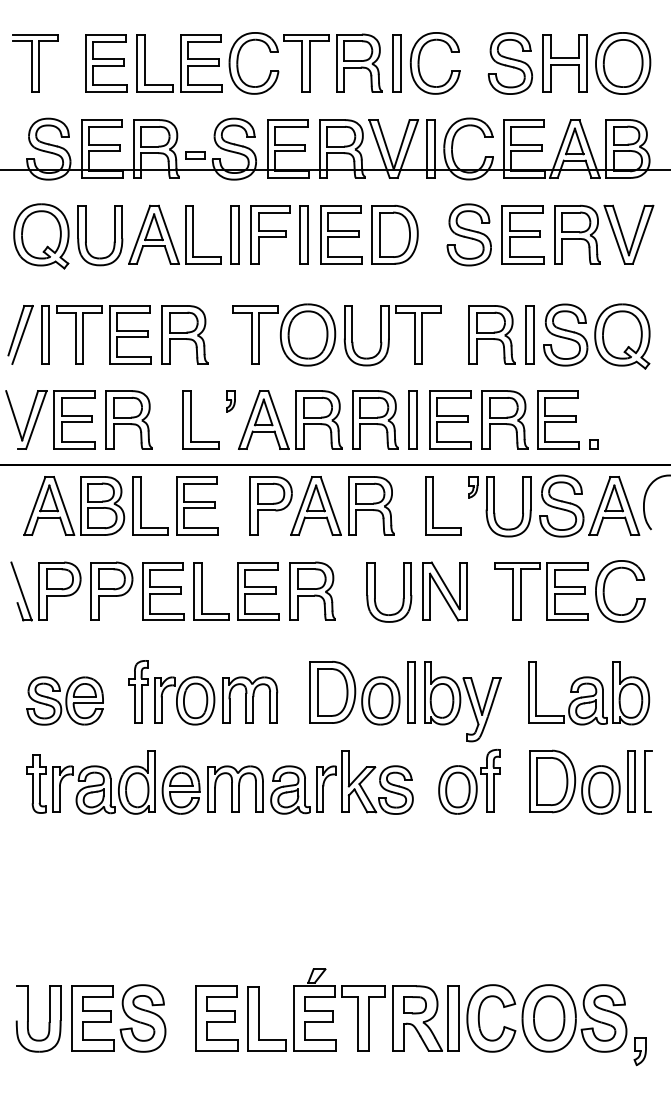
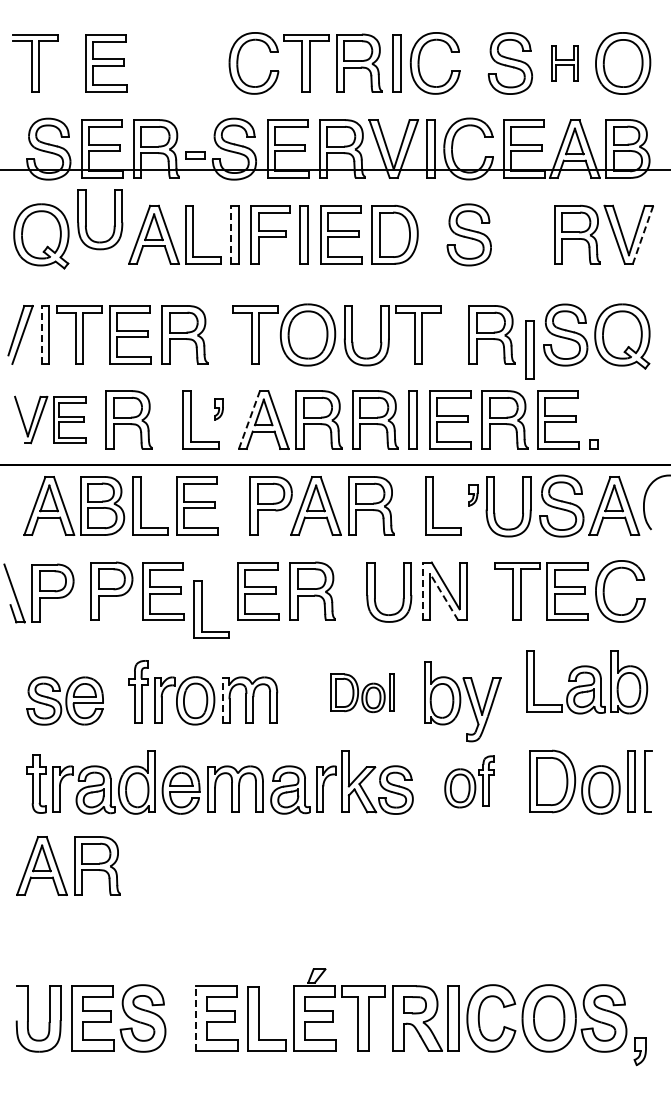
part at (179, 63): present -> none
part at (564, 63) size: 46x59 px -> 28x37 px
line at (230, 234): solid -> dashed
part at (522, 234): present -> none
line at (643, 234): solid -> dashed
part at (86, 235) position: (86, 235) -> (86, 219)
line at (41, 334): solid -> dashed
part at (529, 334) position: (529, 334) -> (529, 349)
part at (230, 401) position: (230, 401) -> (218, 409)
part at (50, 419) size: 91x60 px -> 73x50 px
line at (249, 420): solid -> dashed
part at (473, 487) position: (473, 487) -> (473, 495)
part at (45, 591) position: (45, 591) -> (38, 593)
part at (202, 591) position: (202, 591) -> (202, 609)
line at (422, 591): solid -> dashed
line at (443, 596): solid -> dashed
part at (362, 693) size: 107x65 px -> 65x41 px
part at (589, 693) position: (589, 693) -> (587, 682)
line at (222, 700): solid -> dashed
part at (469, 781) size: 63x66 px -> 51x54 px
part at (68, 865): none -> present
line at (196, 1017): solid -> dashed
